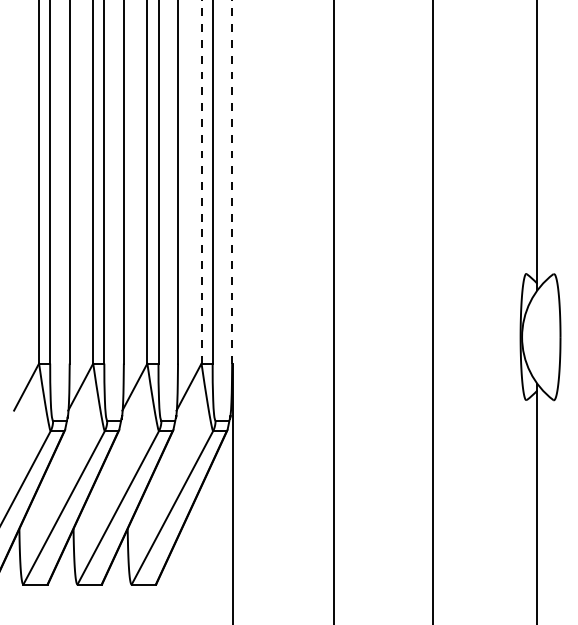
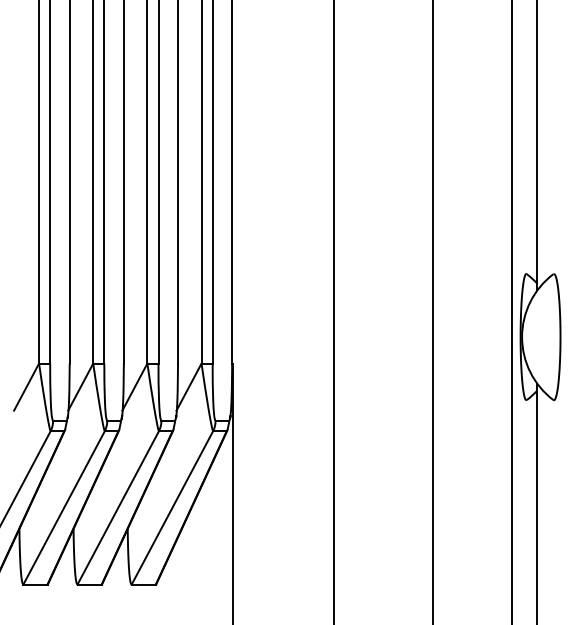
line at (201, 181): dashed -> solid
line at (232, 181): dashed -> solid
line at (511, 311): none -> present
